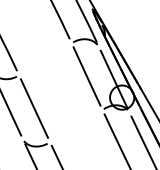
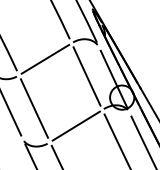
line at (45, 58): none -> present
line at (75, 125): none -> present
